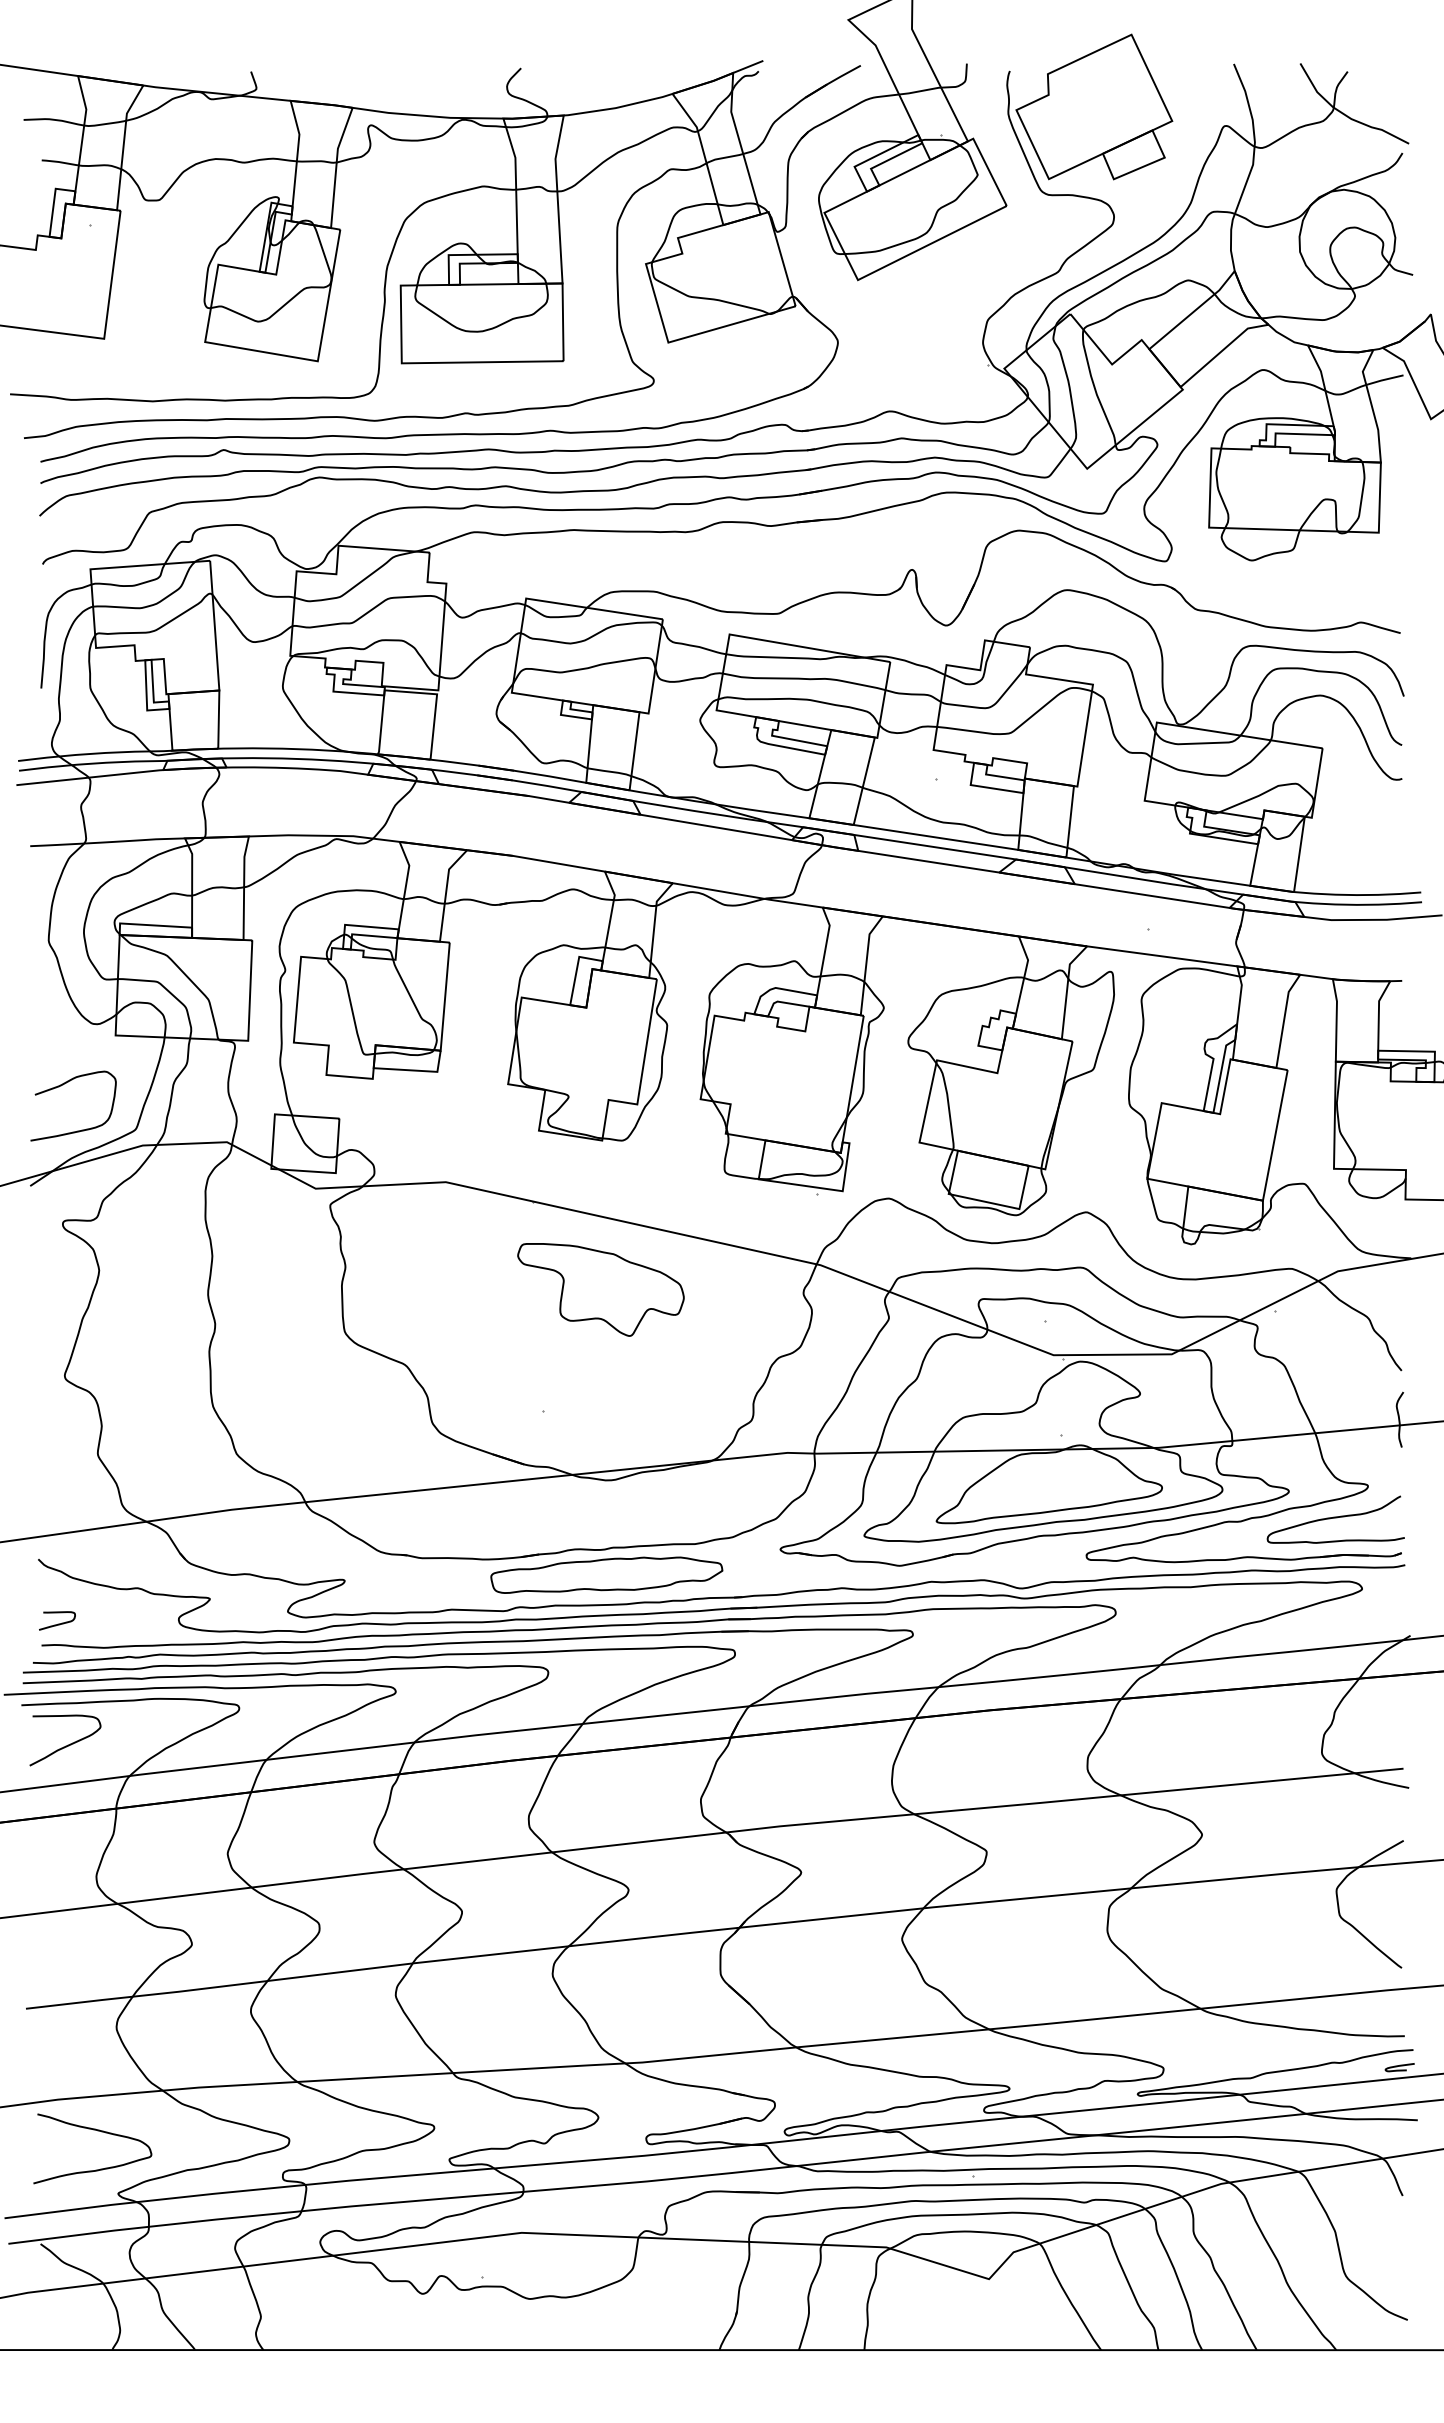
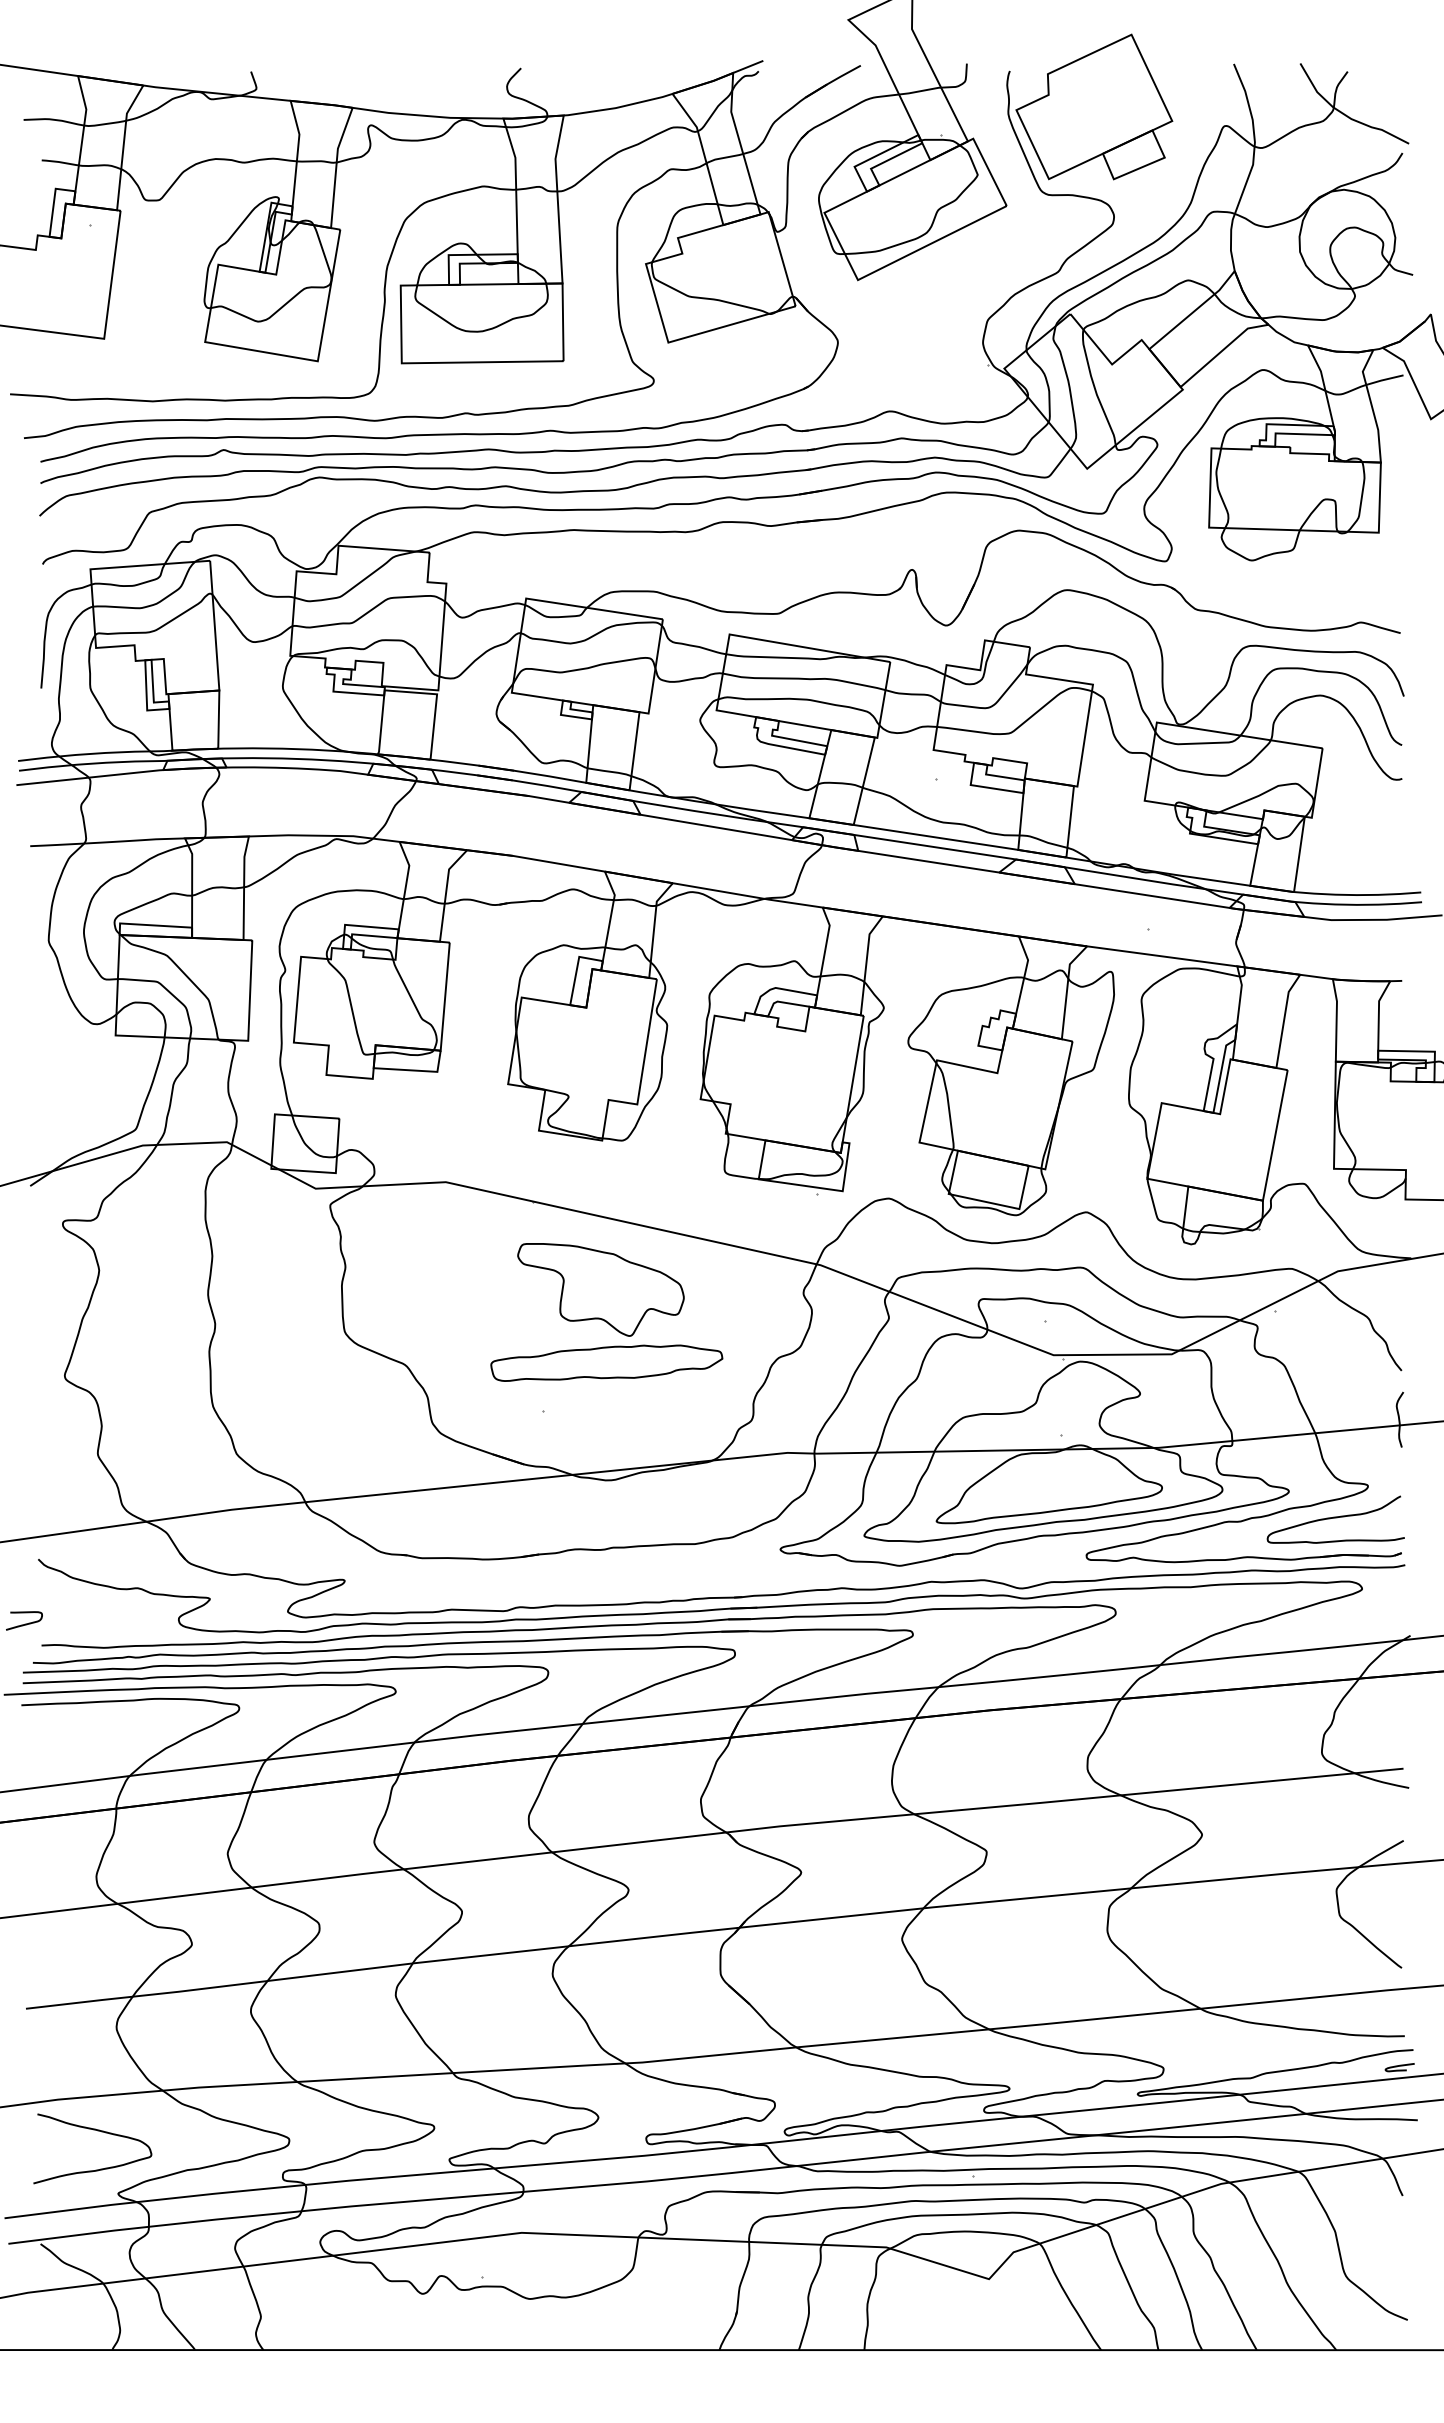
curve at (63, 1085): present -> none
part at (606, 1574) position: (606, 1574) -> (606, 1362)
curve at (58, 1623) position: (58, 1623) -> (25, 1623)
curve at (68, 1744): present -> none
